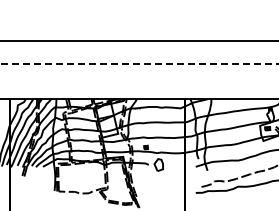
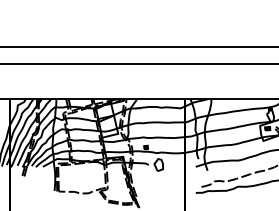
line at (138, 40) position: (138, 40) -> (138, 46)
line at (139, 64): dashed -> solid
